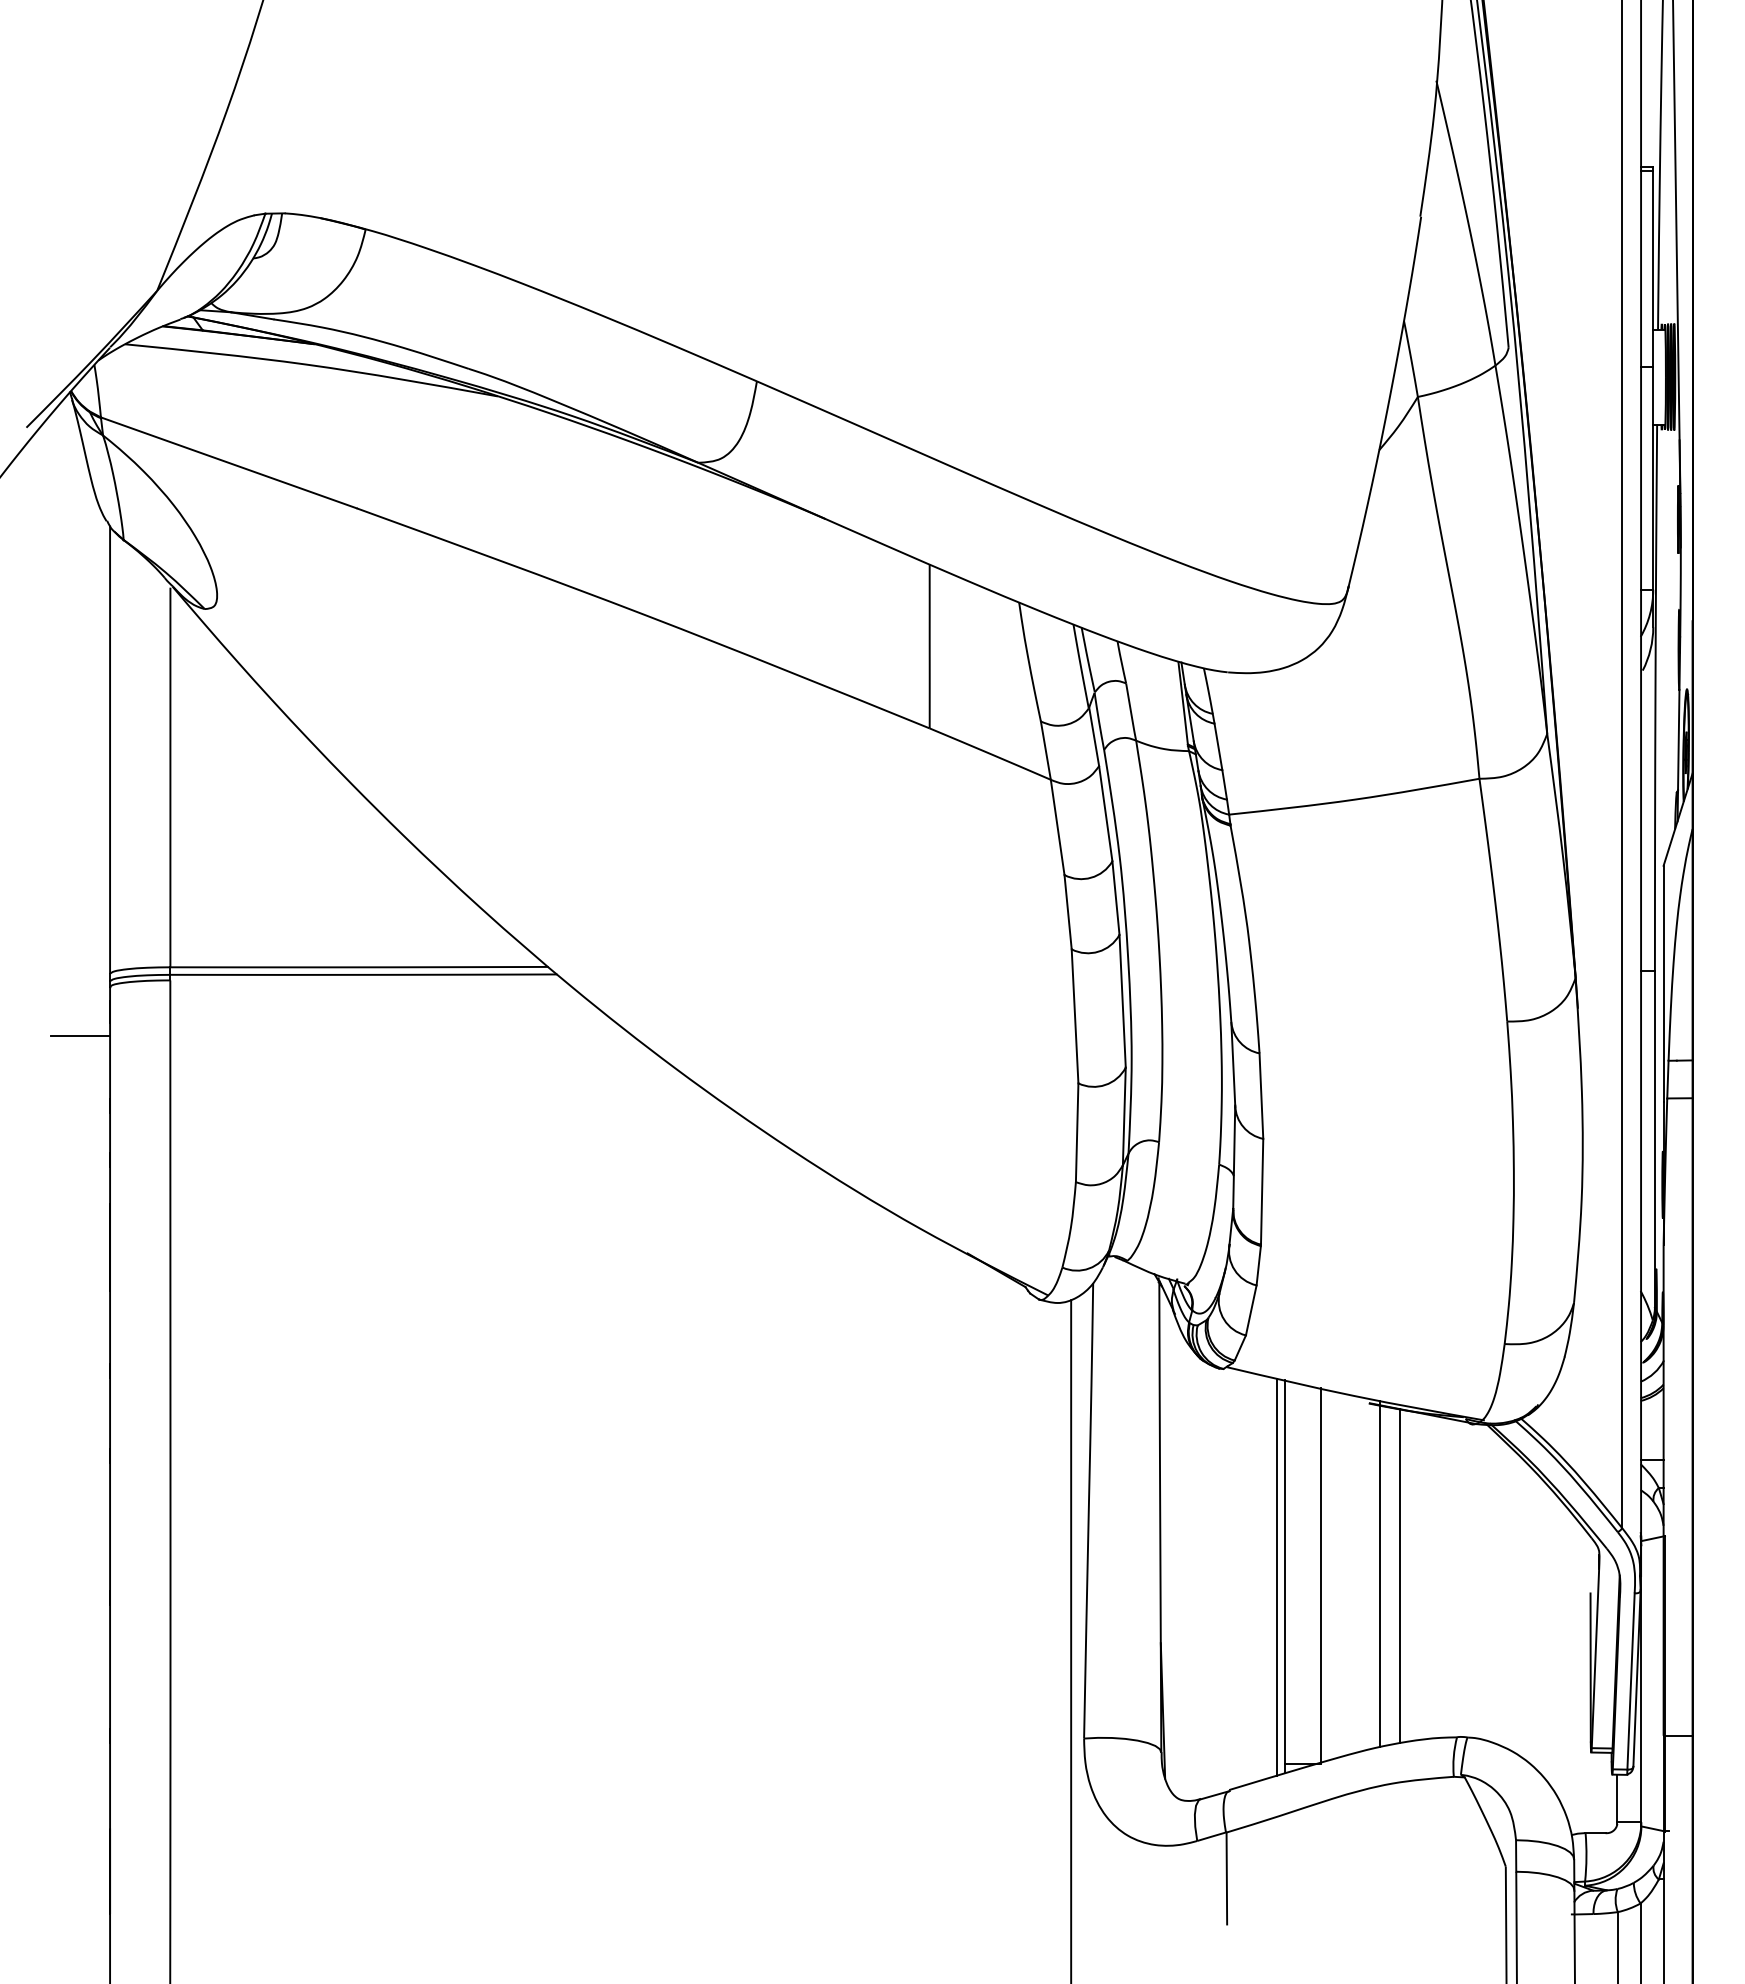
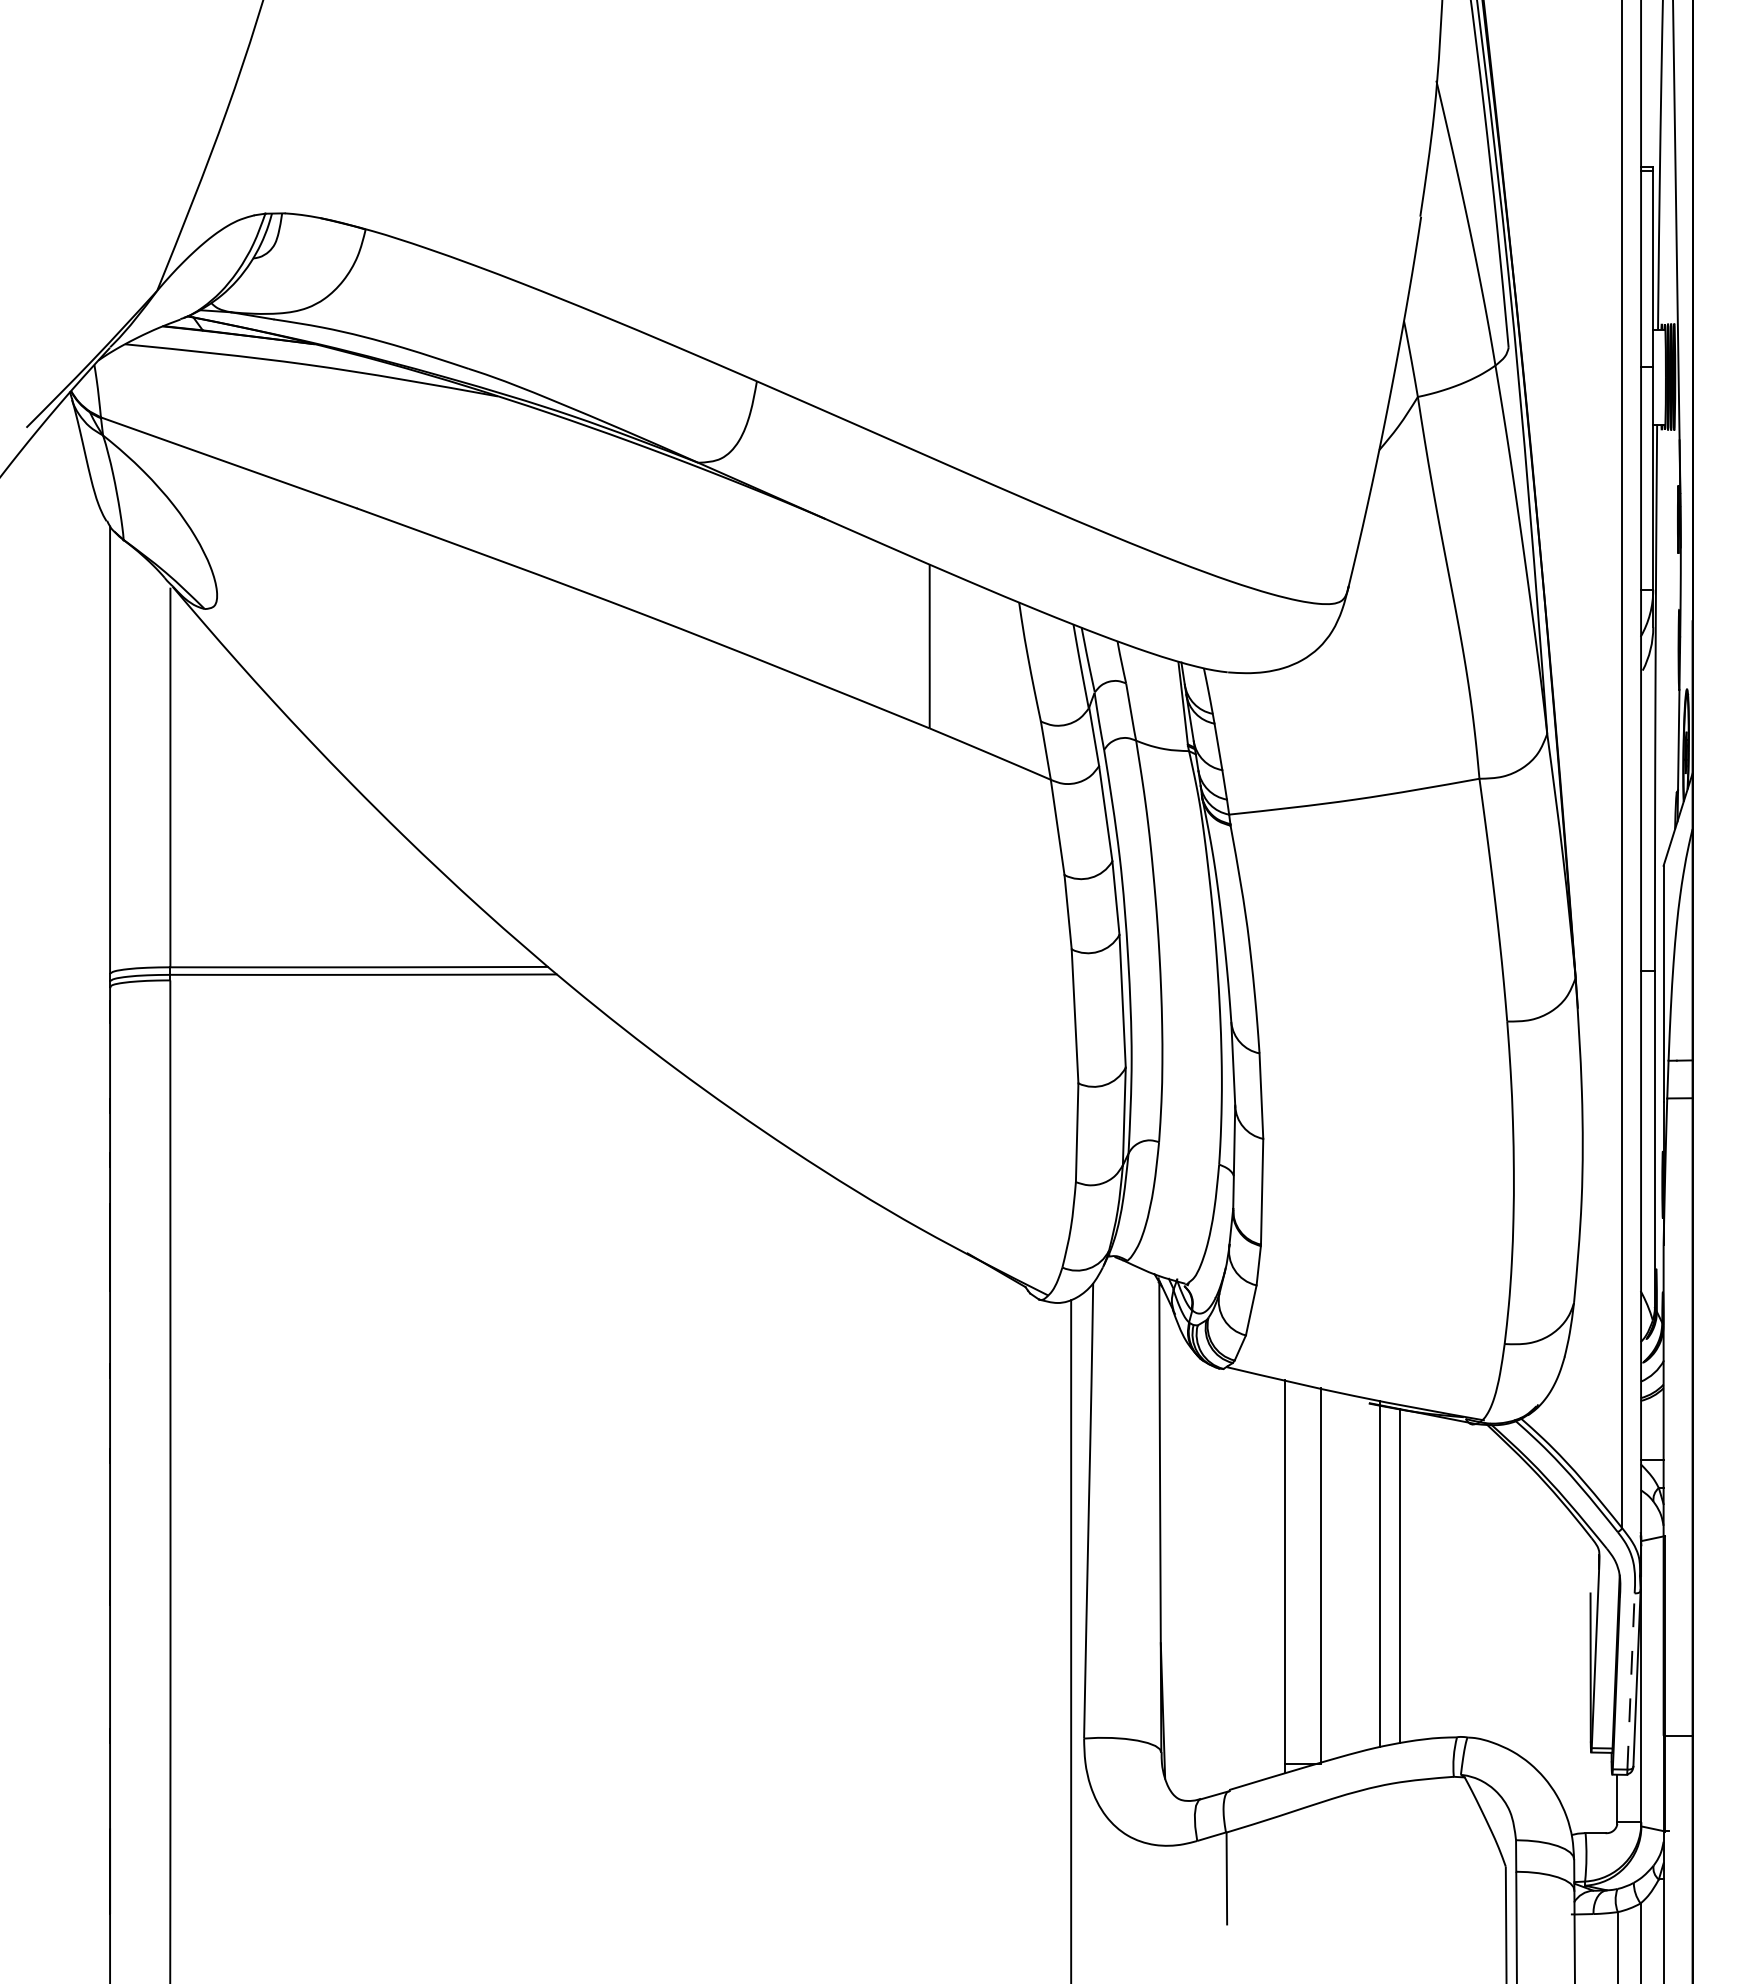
line at (80, 1036): present -> none
line at (1277, 1576): present -> none
line at (1631, 1681): solid -> dashed
